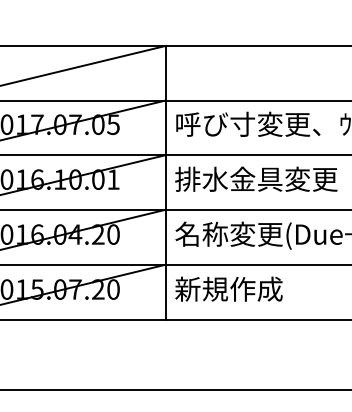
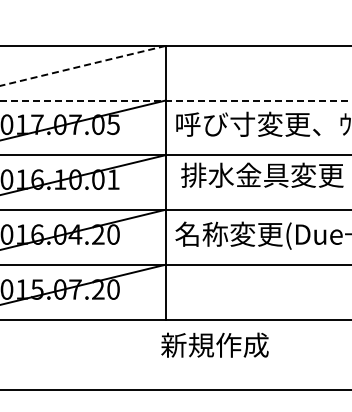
line at (83, 65): solid -> dashed
line at (175, 100): solid -> dashed
text at (256, 178) position: (256, 178) -> (262, 174)
text at (228, 288) position: (228, 288) -> (214, 344)
